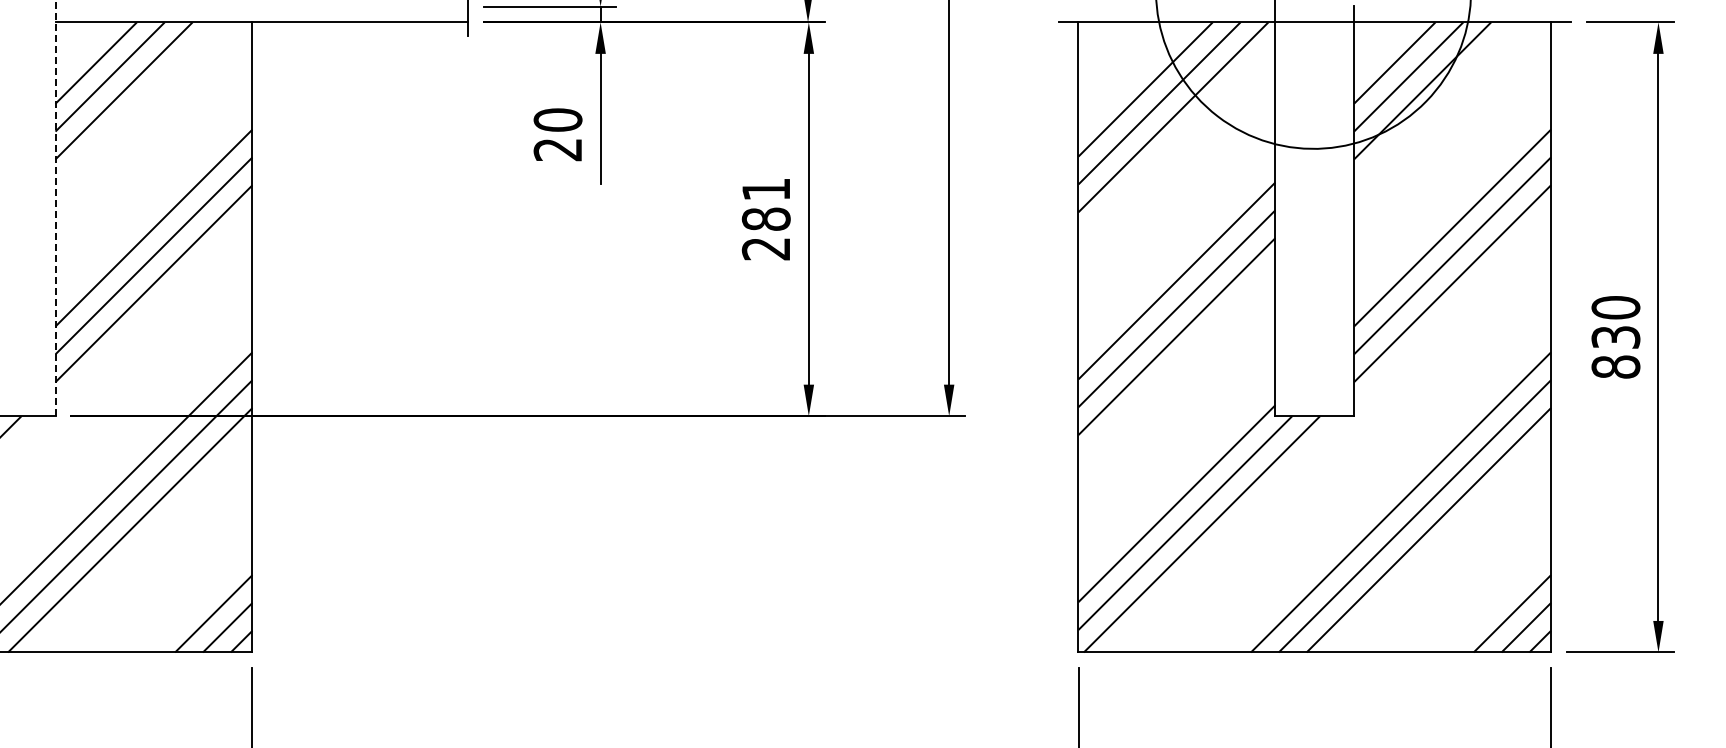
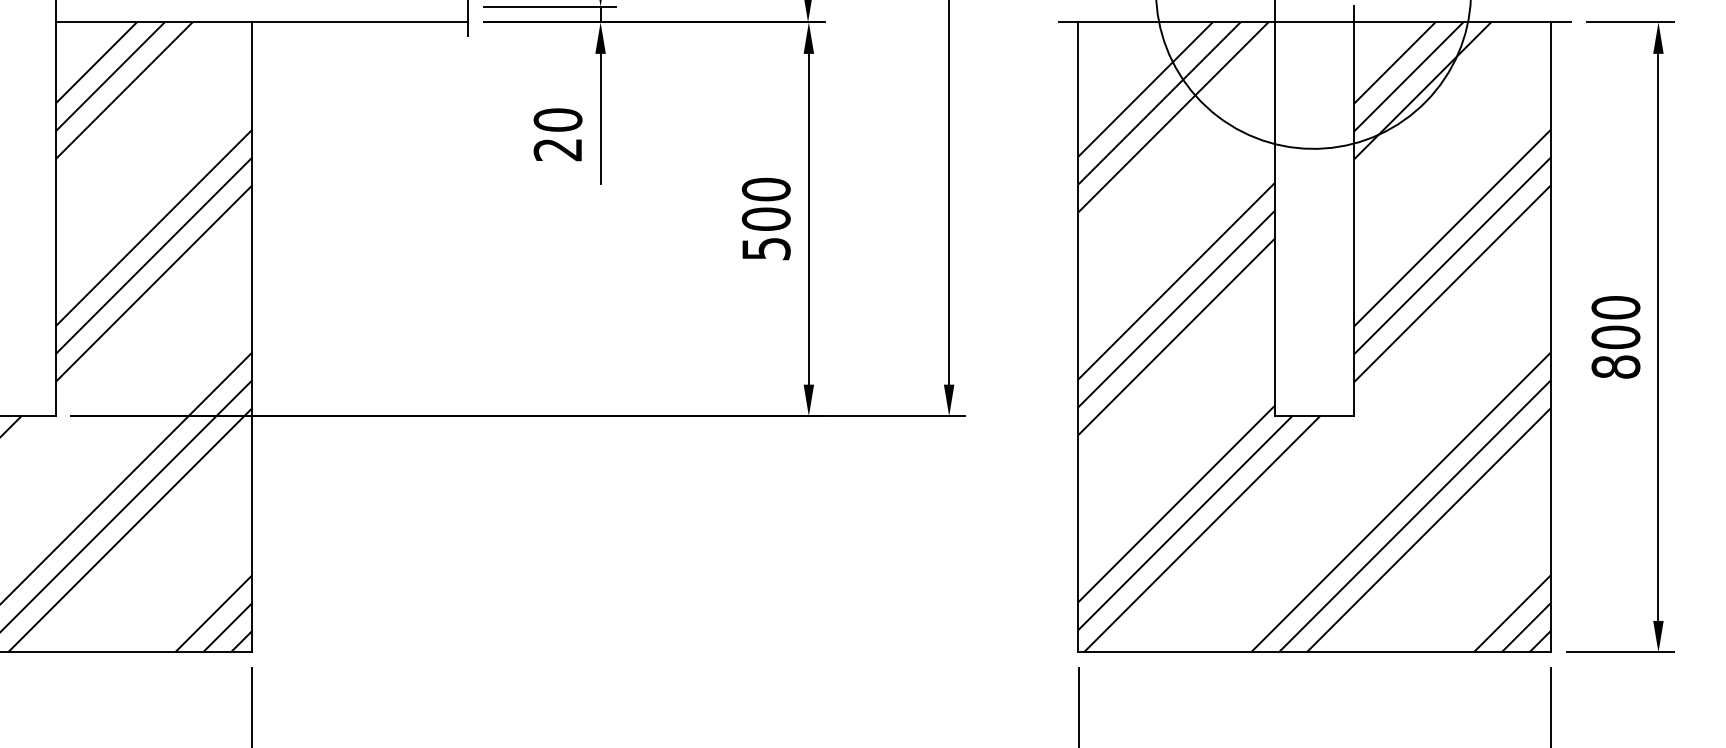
line at (55, 208): dashed -> solid
text at (765, 218): 281 -> 500
text at (1615, 337): 830 -> 800
